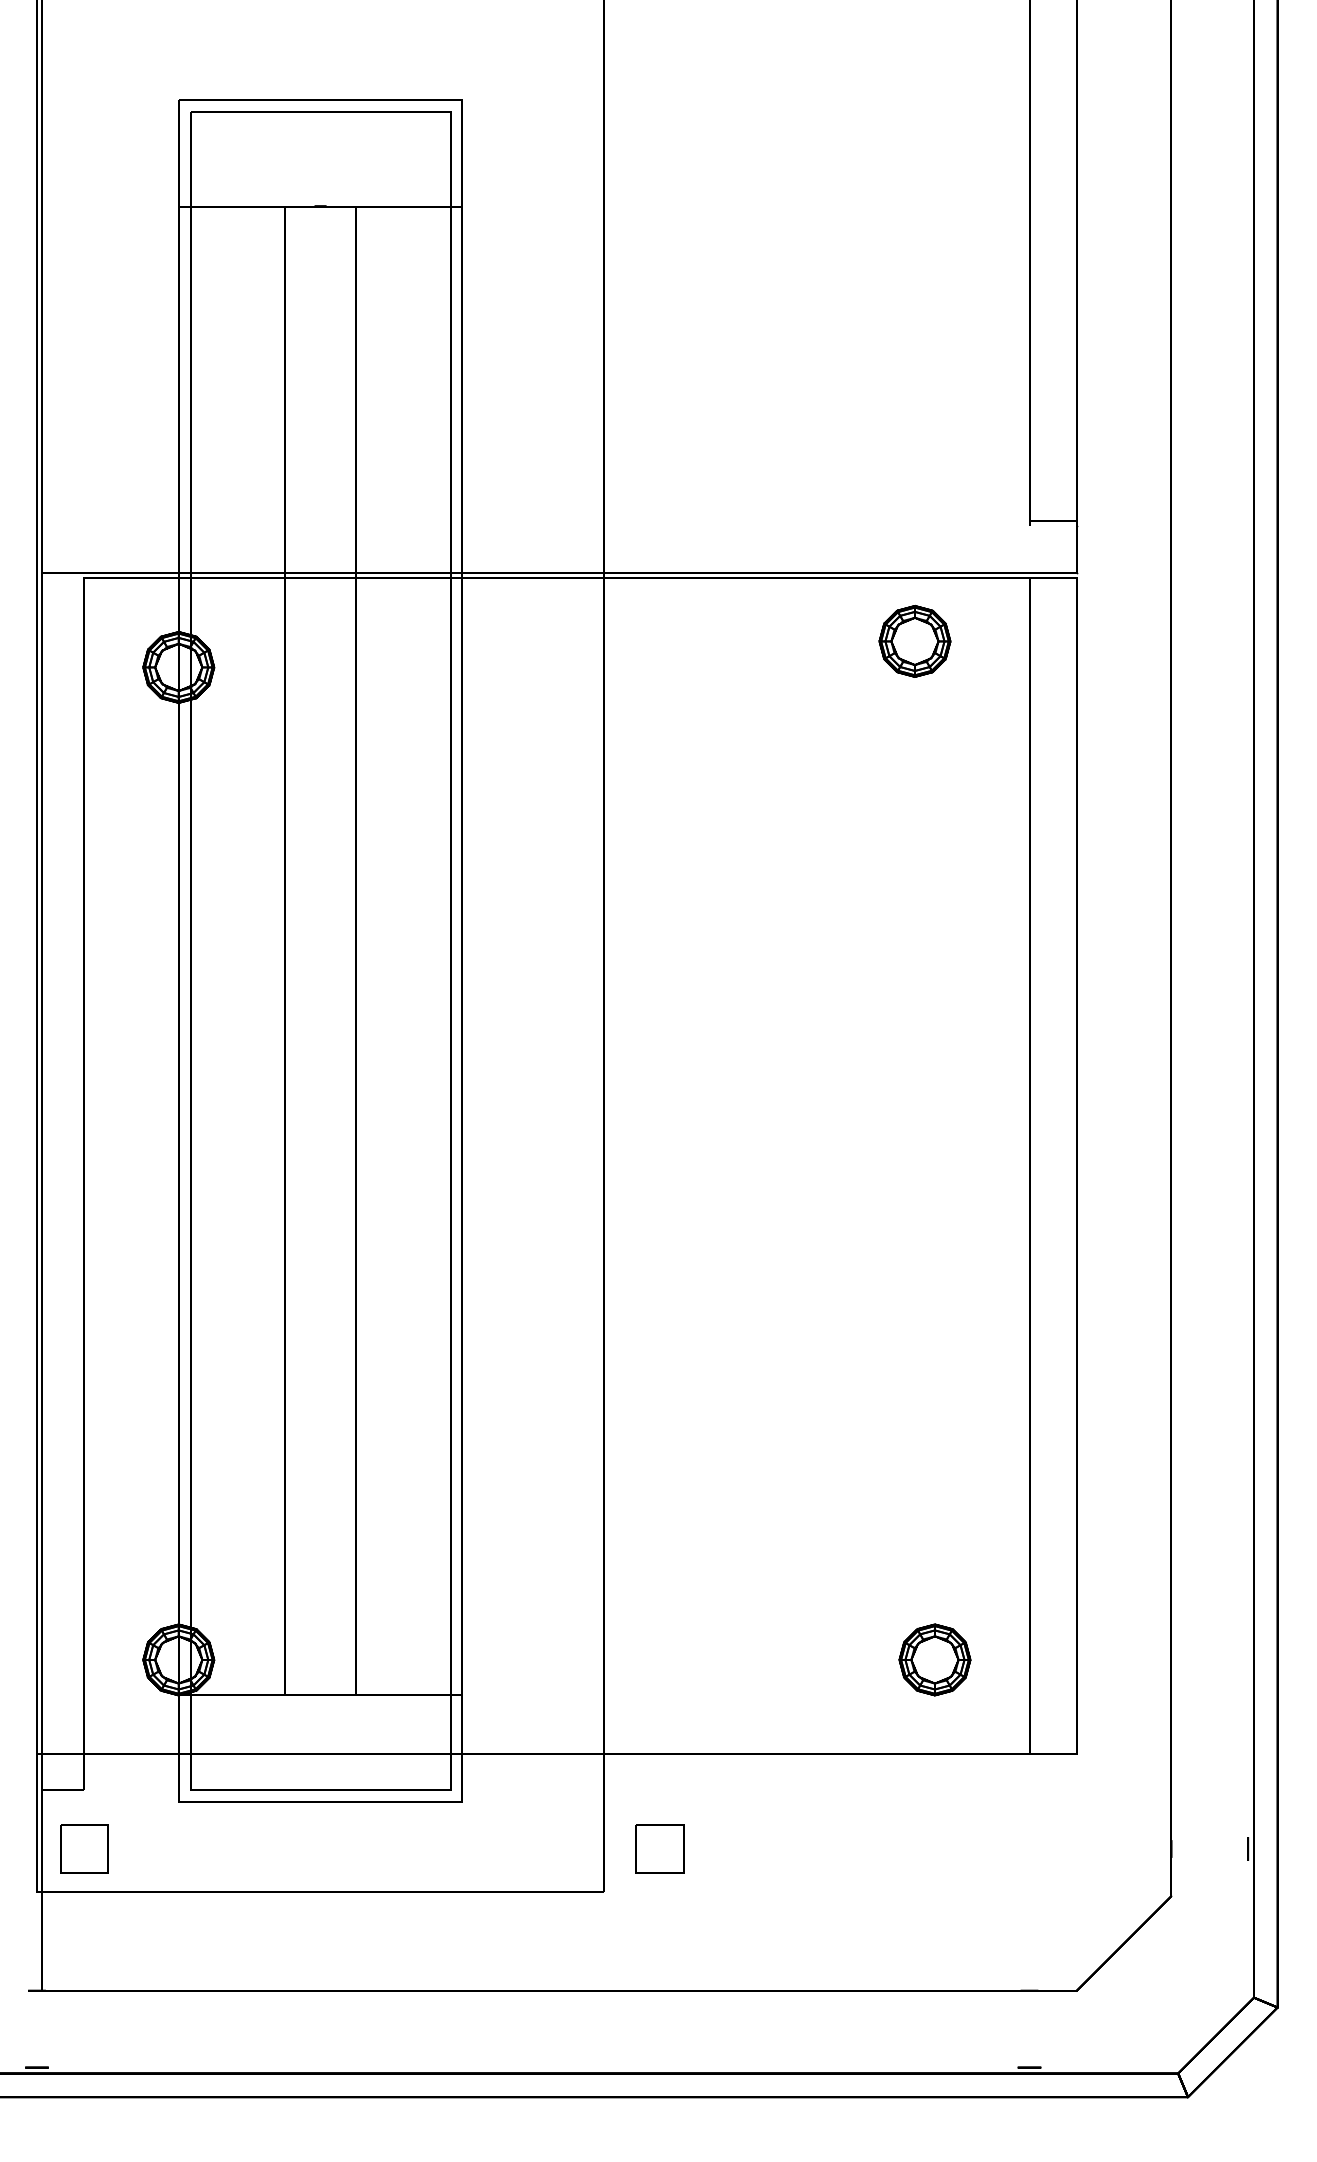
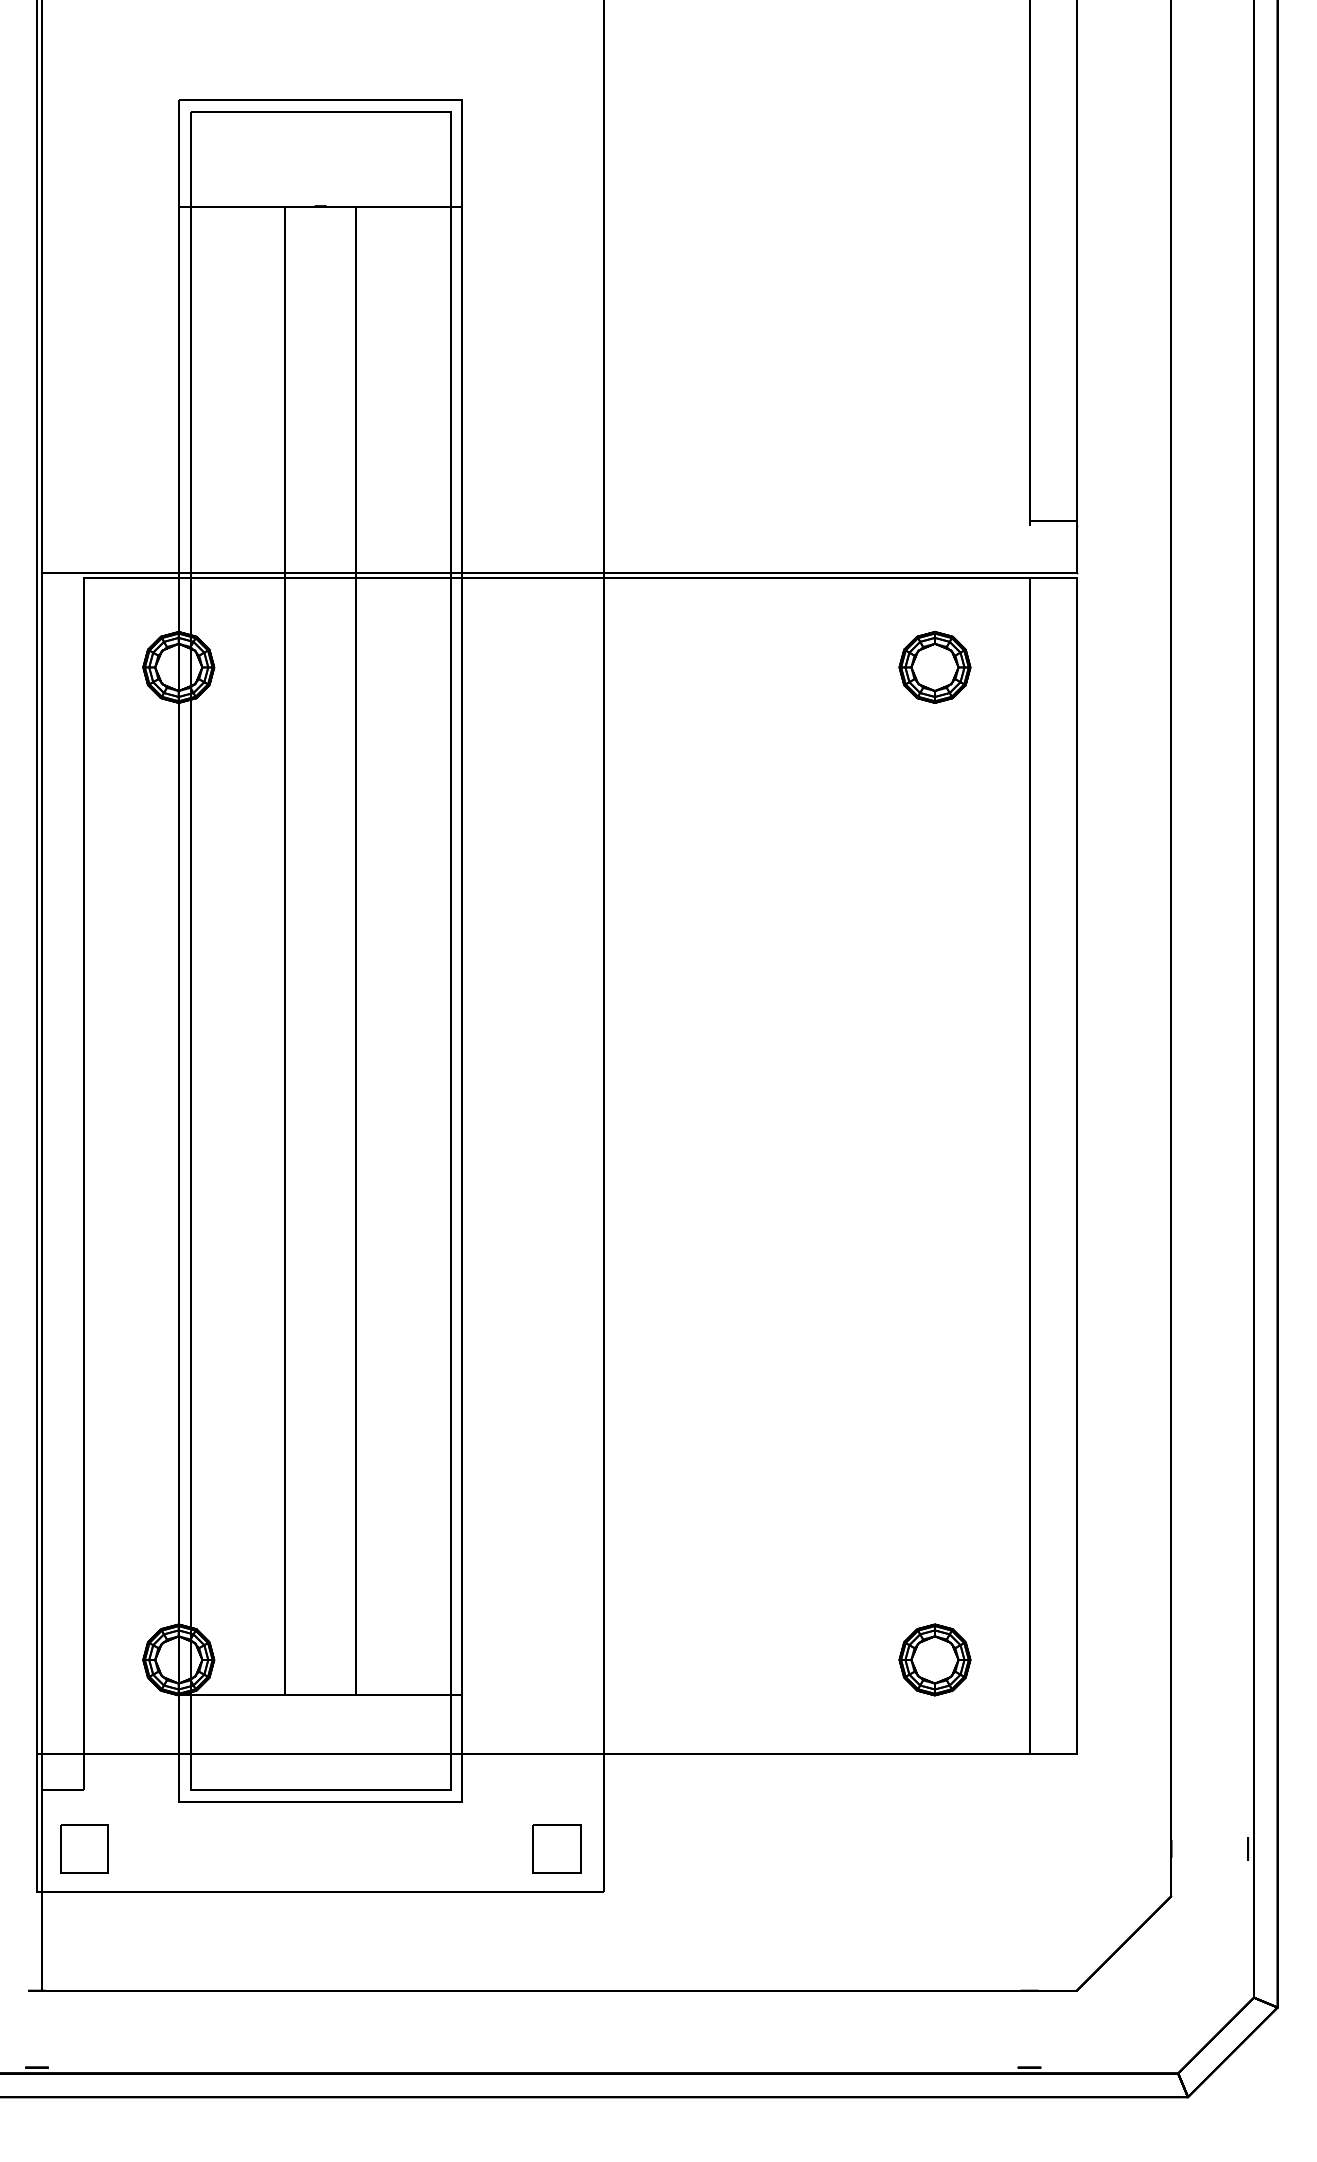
part at (914, 641) position: (914, 641) -> (934, 667)
part at (659, 1848) position: (659, 1848) -> (556, 1848)
